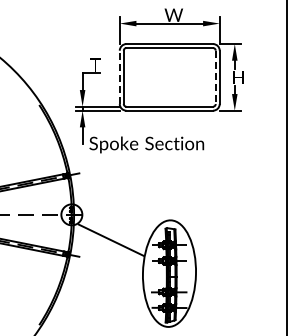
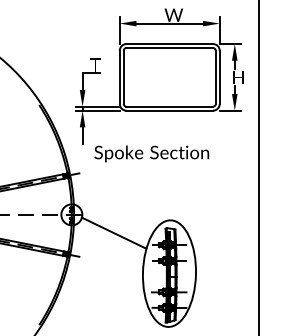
line at (119, 77): dashed -> solid
line at (215, 77): dashed -> solid
text at (146, 144) position: (146, 144) -> (151, 153)
line at (286, 167) position: (286, 167) -> (258, 167)
line at (110, 239) position: (110, 239) -> (113, 232)
